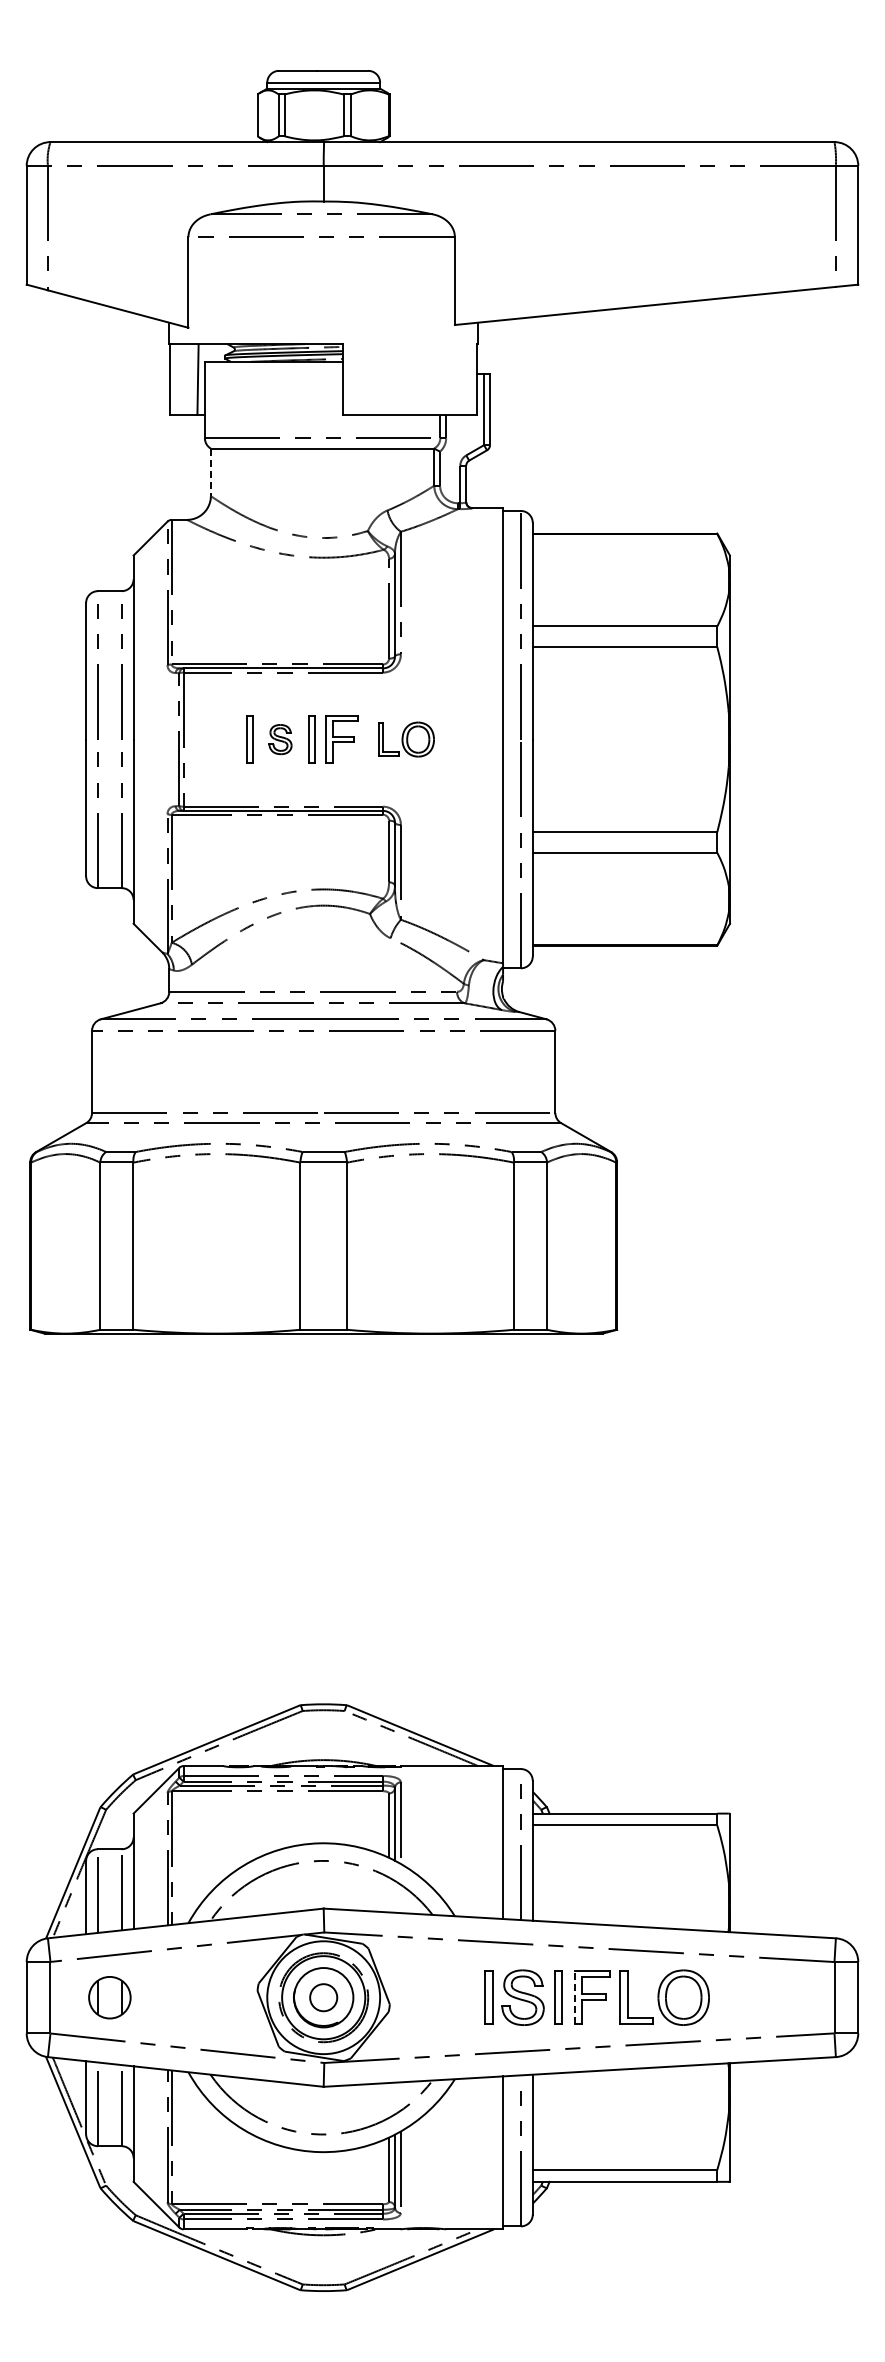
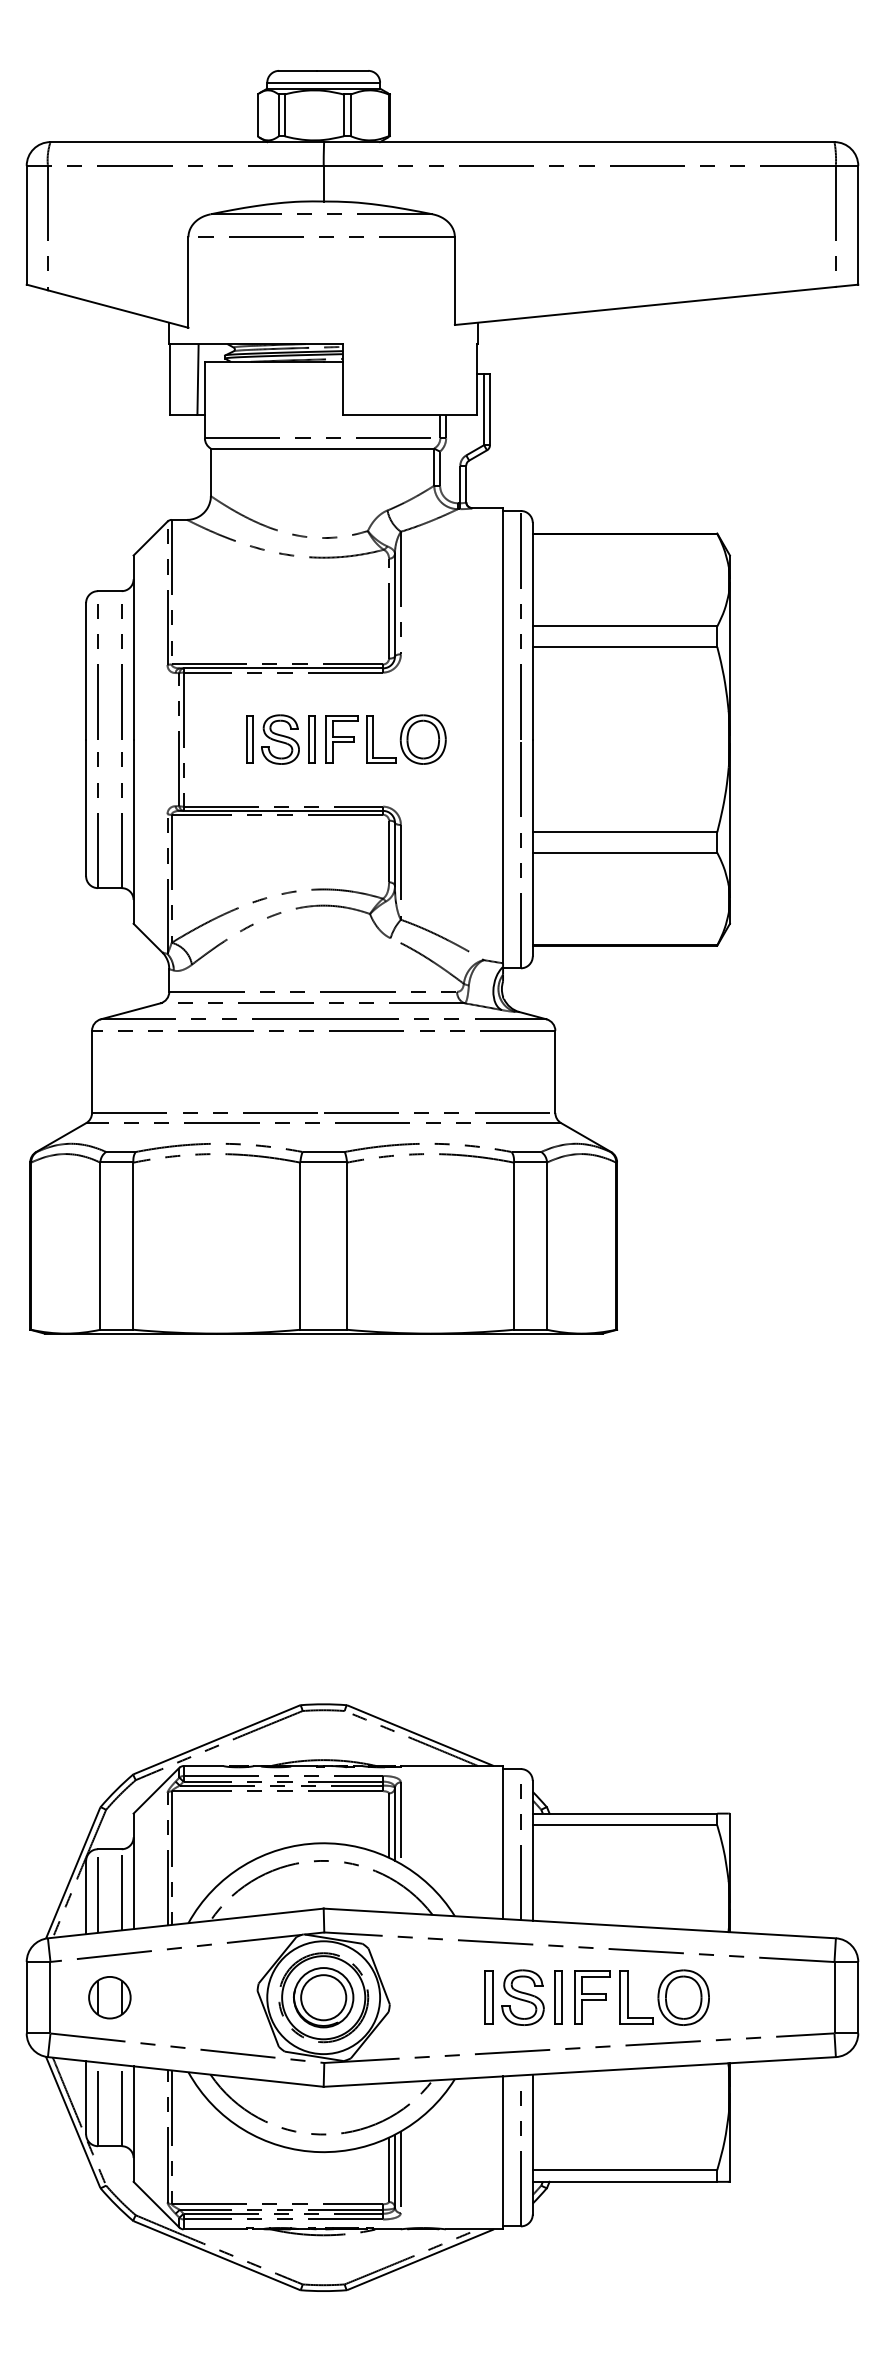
line at (210, 472): dashed -> solid
part at (280, 739) size: 25x32 px -> 39x51 px
part at (406, 739) size: 57x37 px -> 81x51 px
circle at (323, 1997) diameter: 27 px -> 45 px
line at (574, 1997): dashed -> solid
